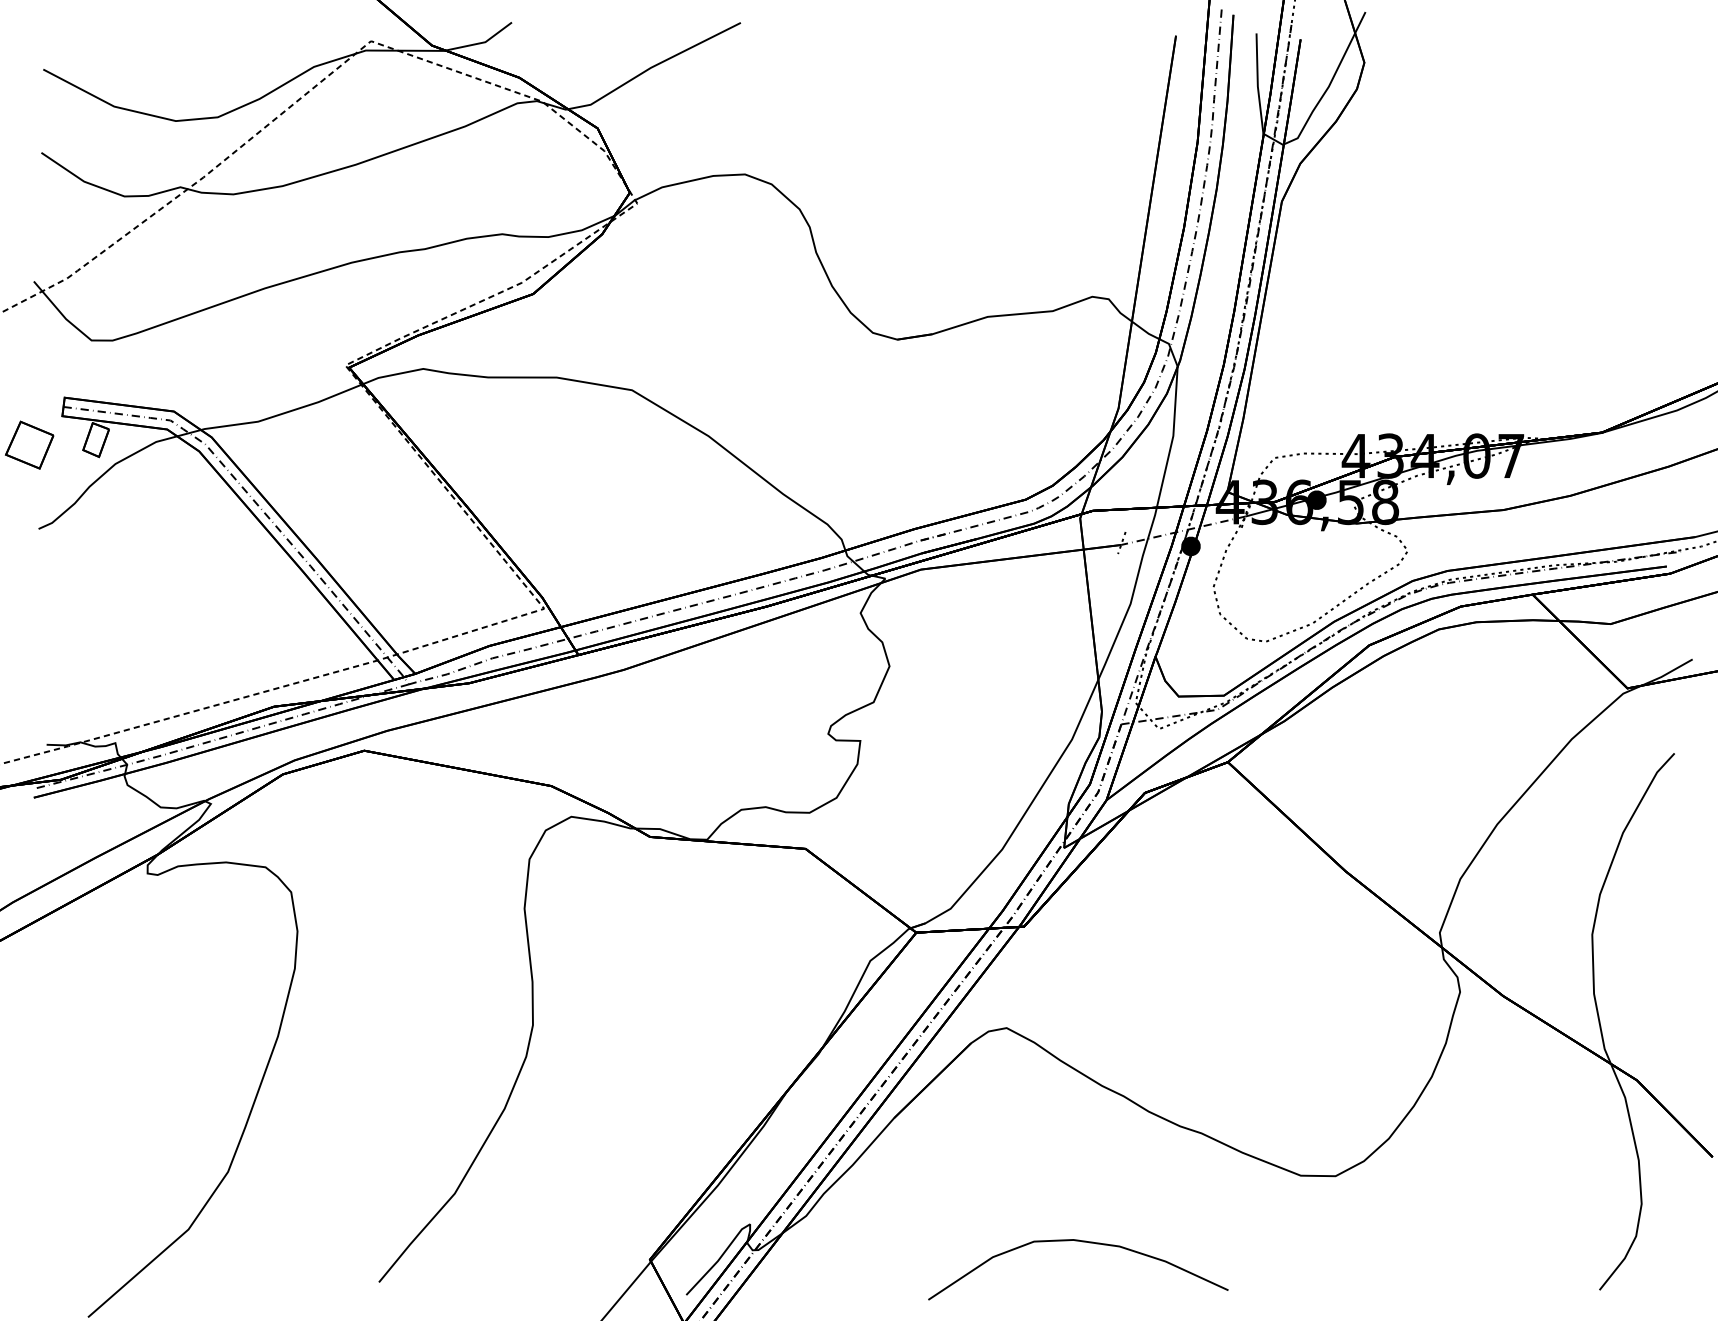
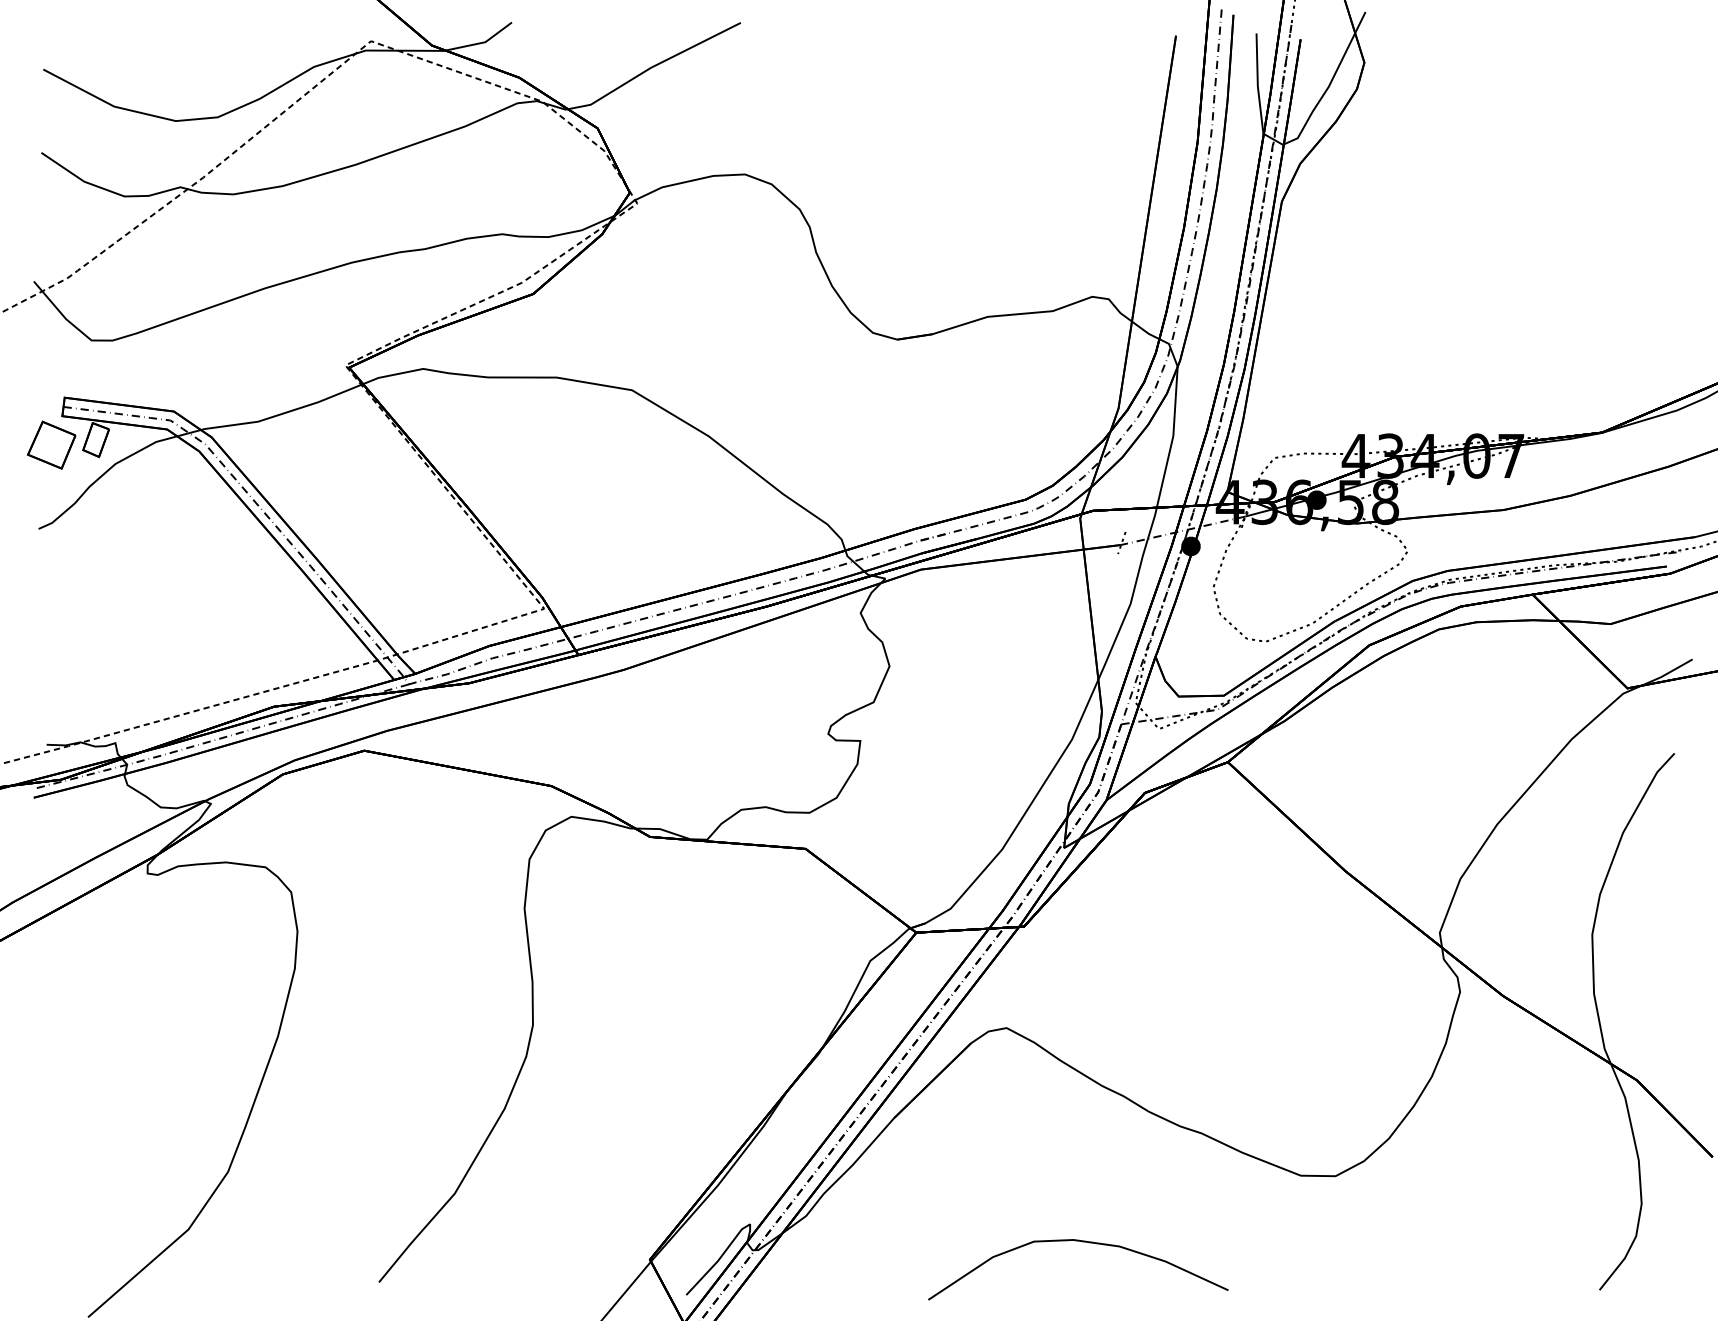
part at (29, 444) position: (29, 444) -> (51, 444)
